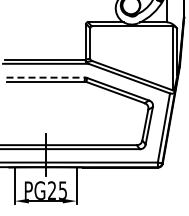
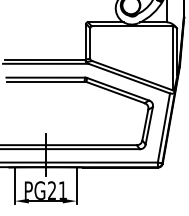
line at (46, 77): dashed -> solid
text at (62, 190): PG25 -> PG21
